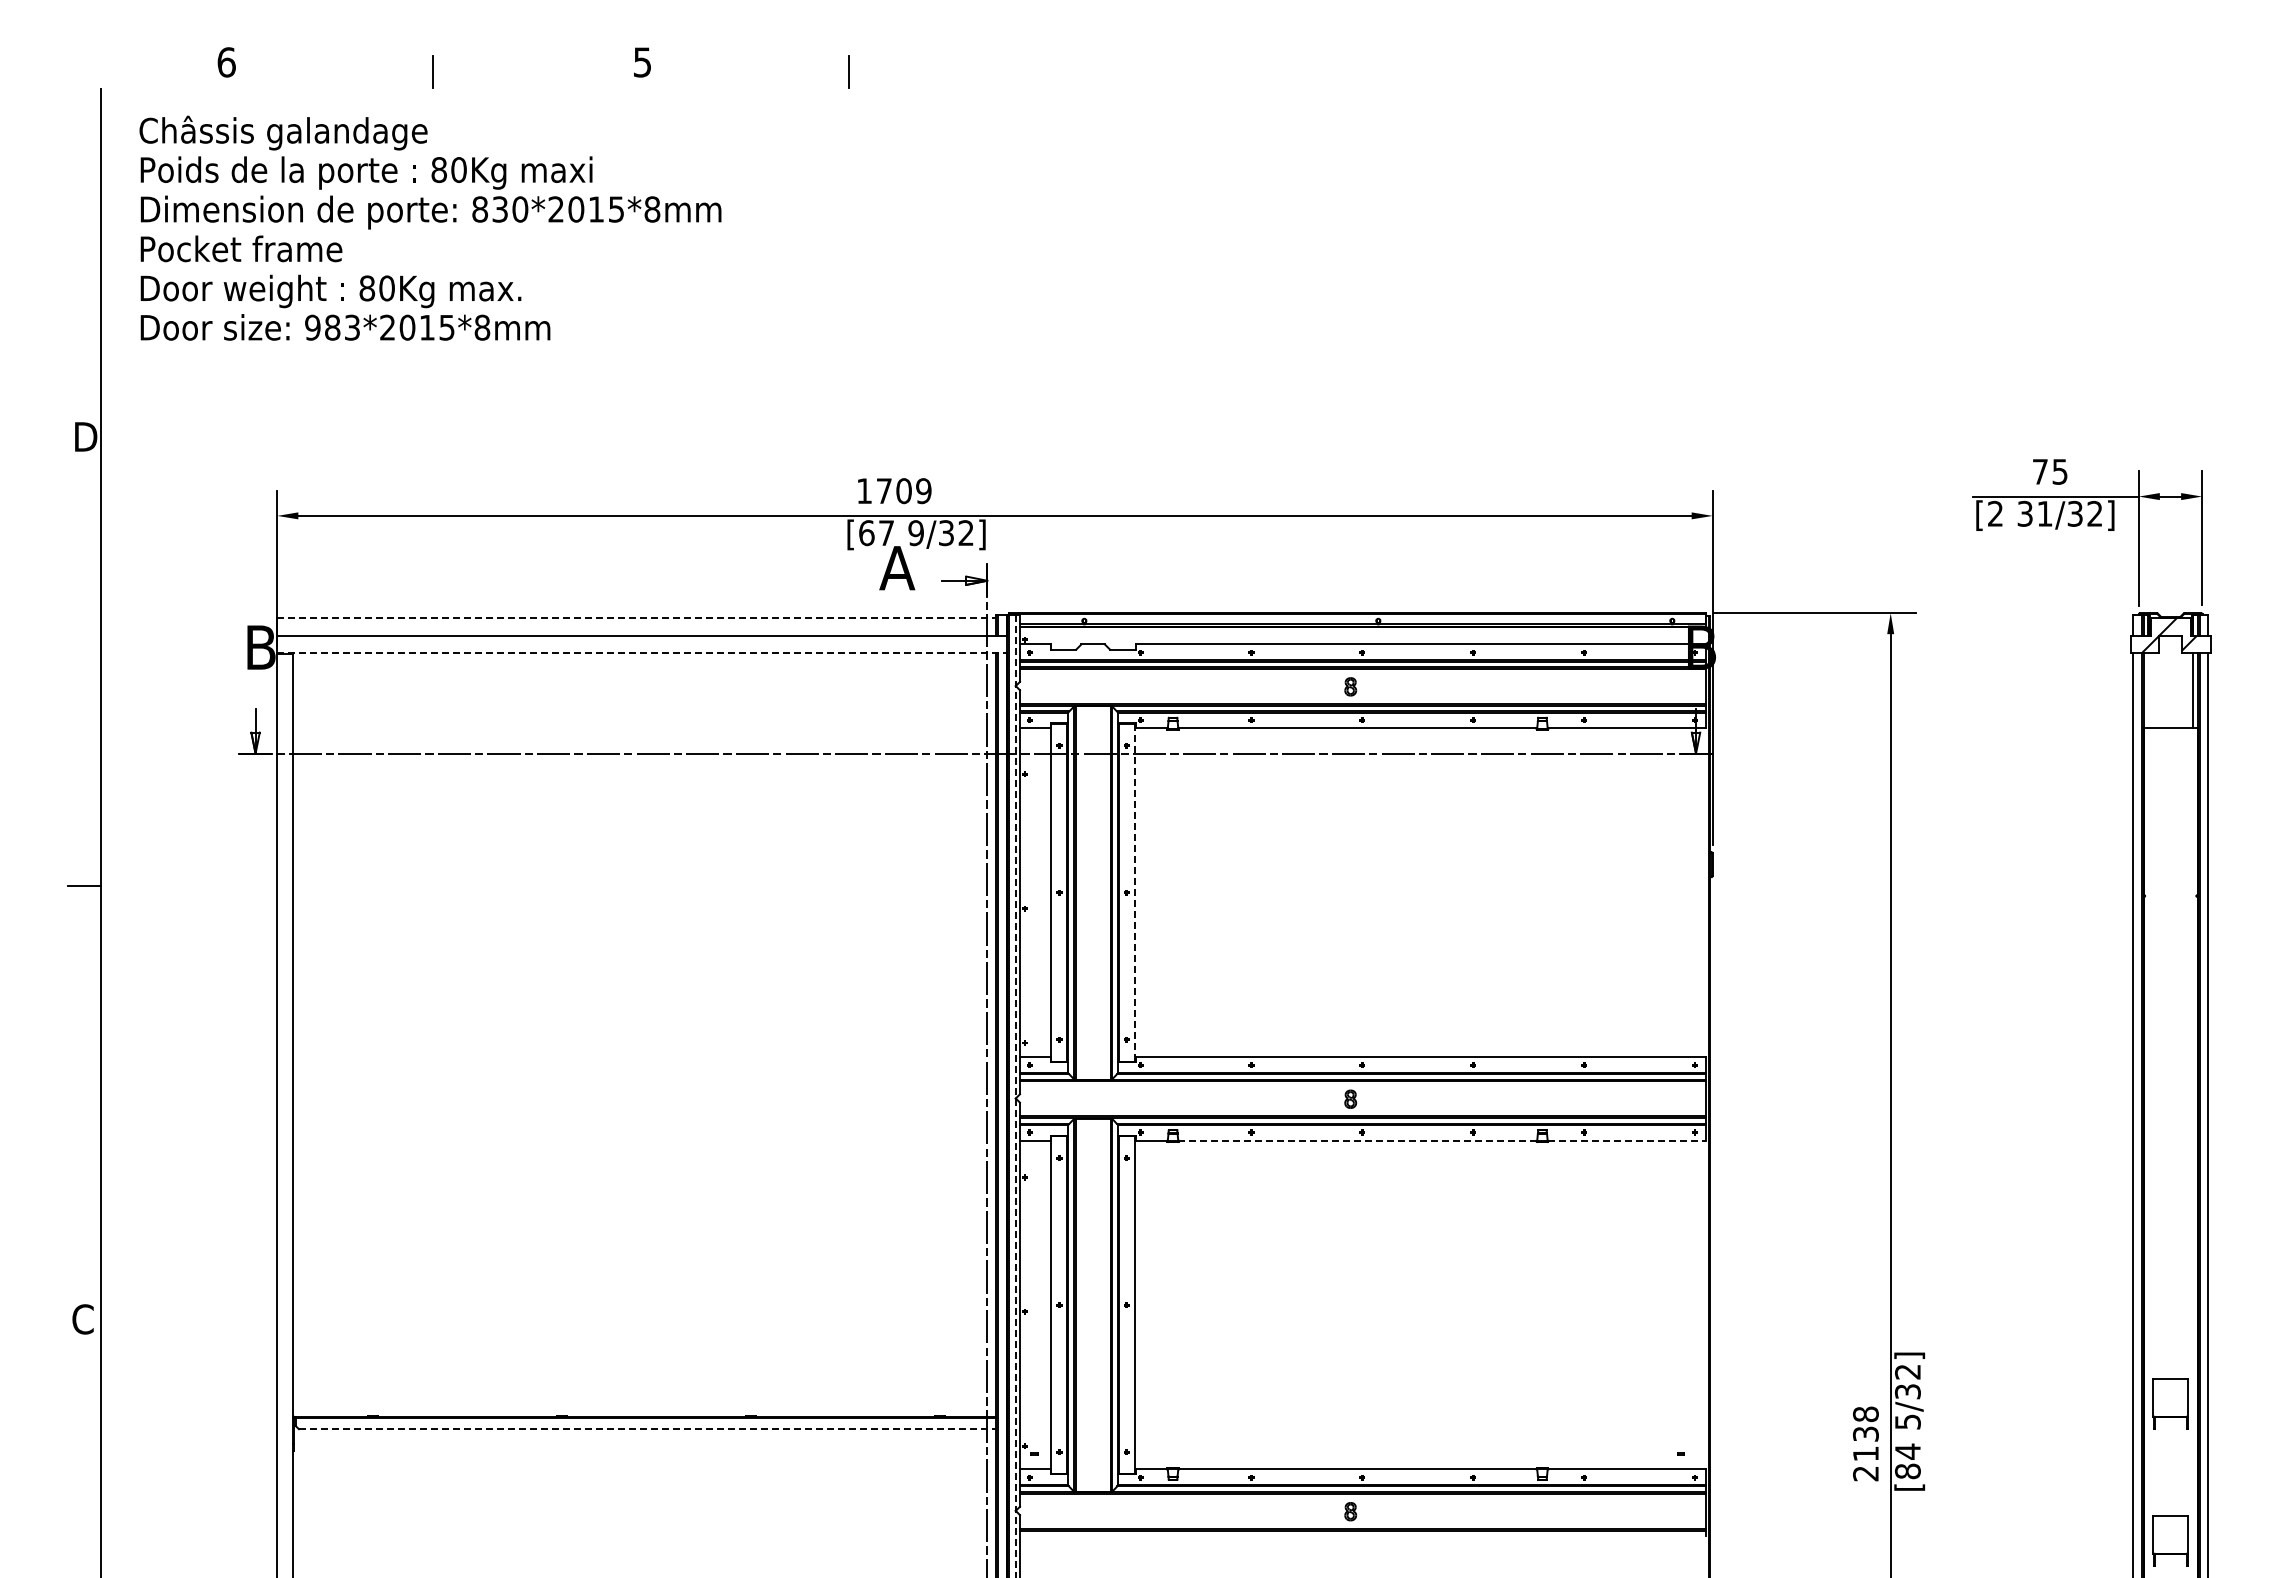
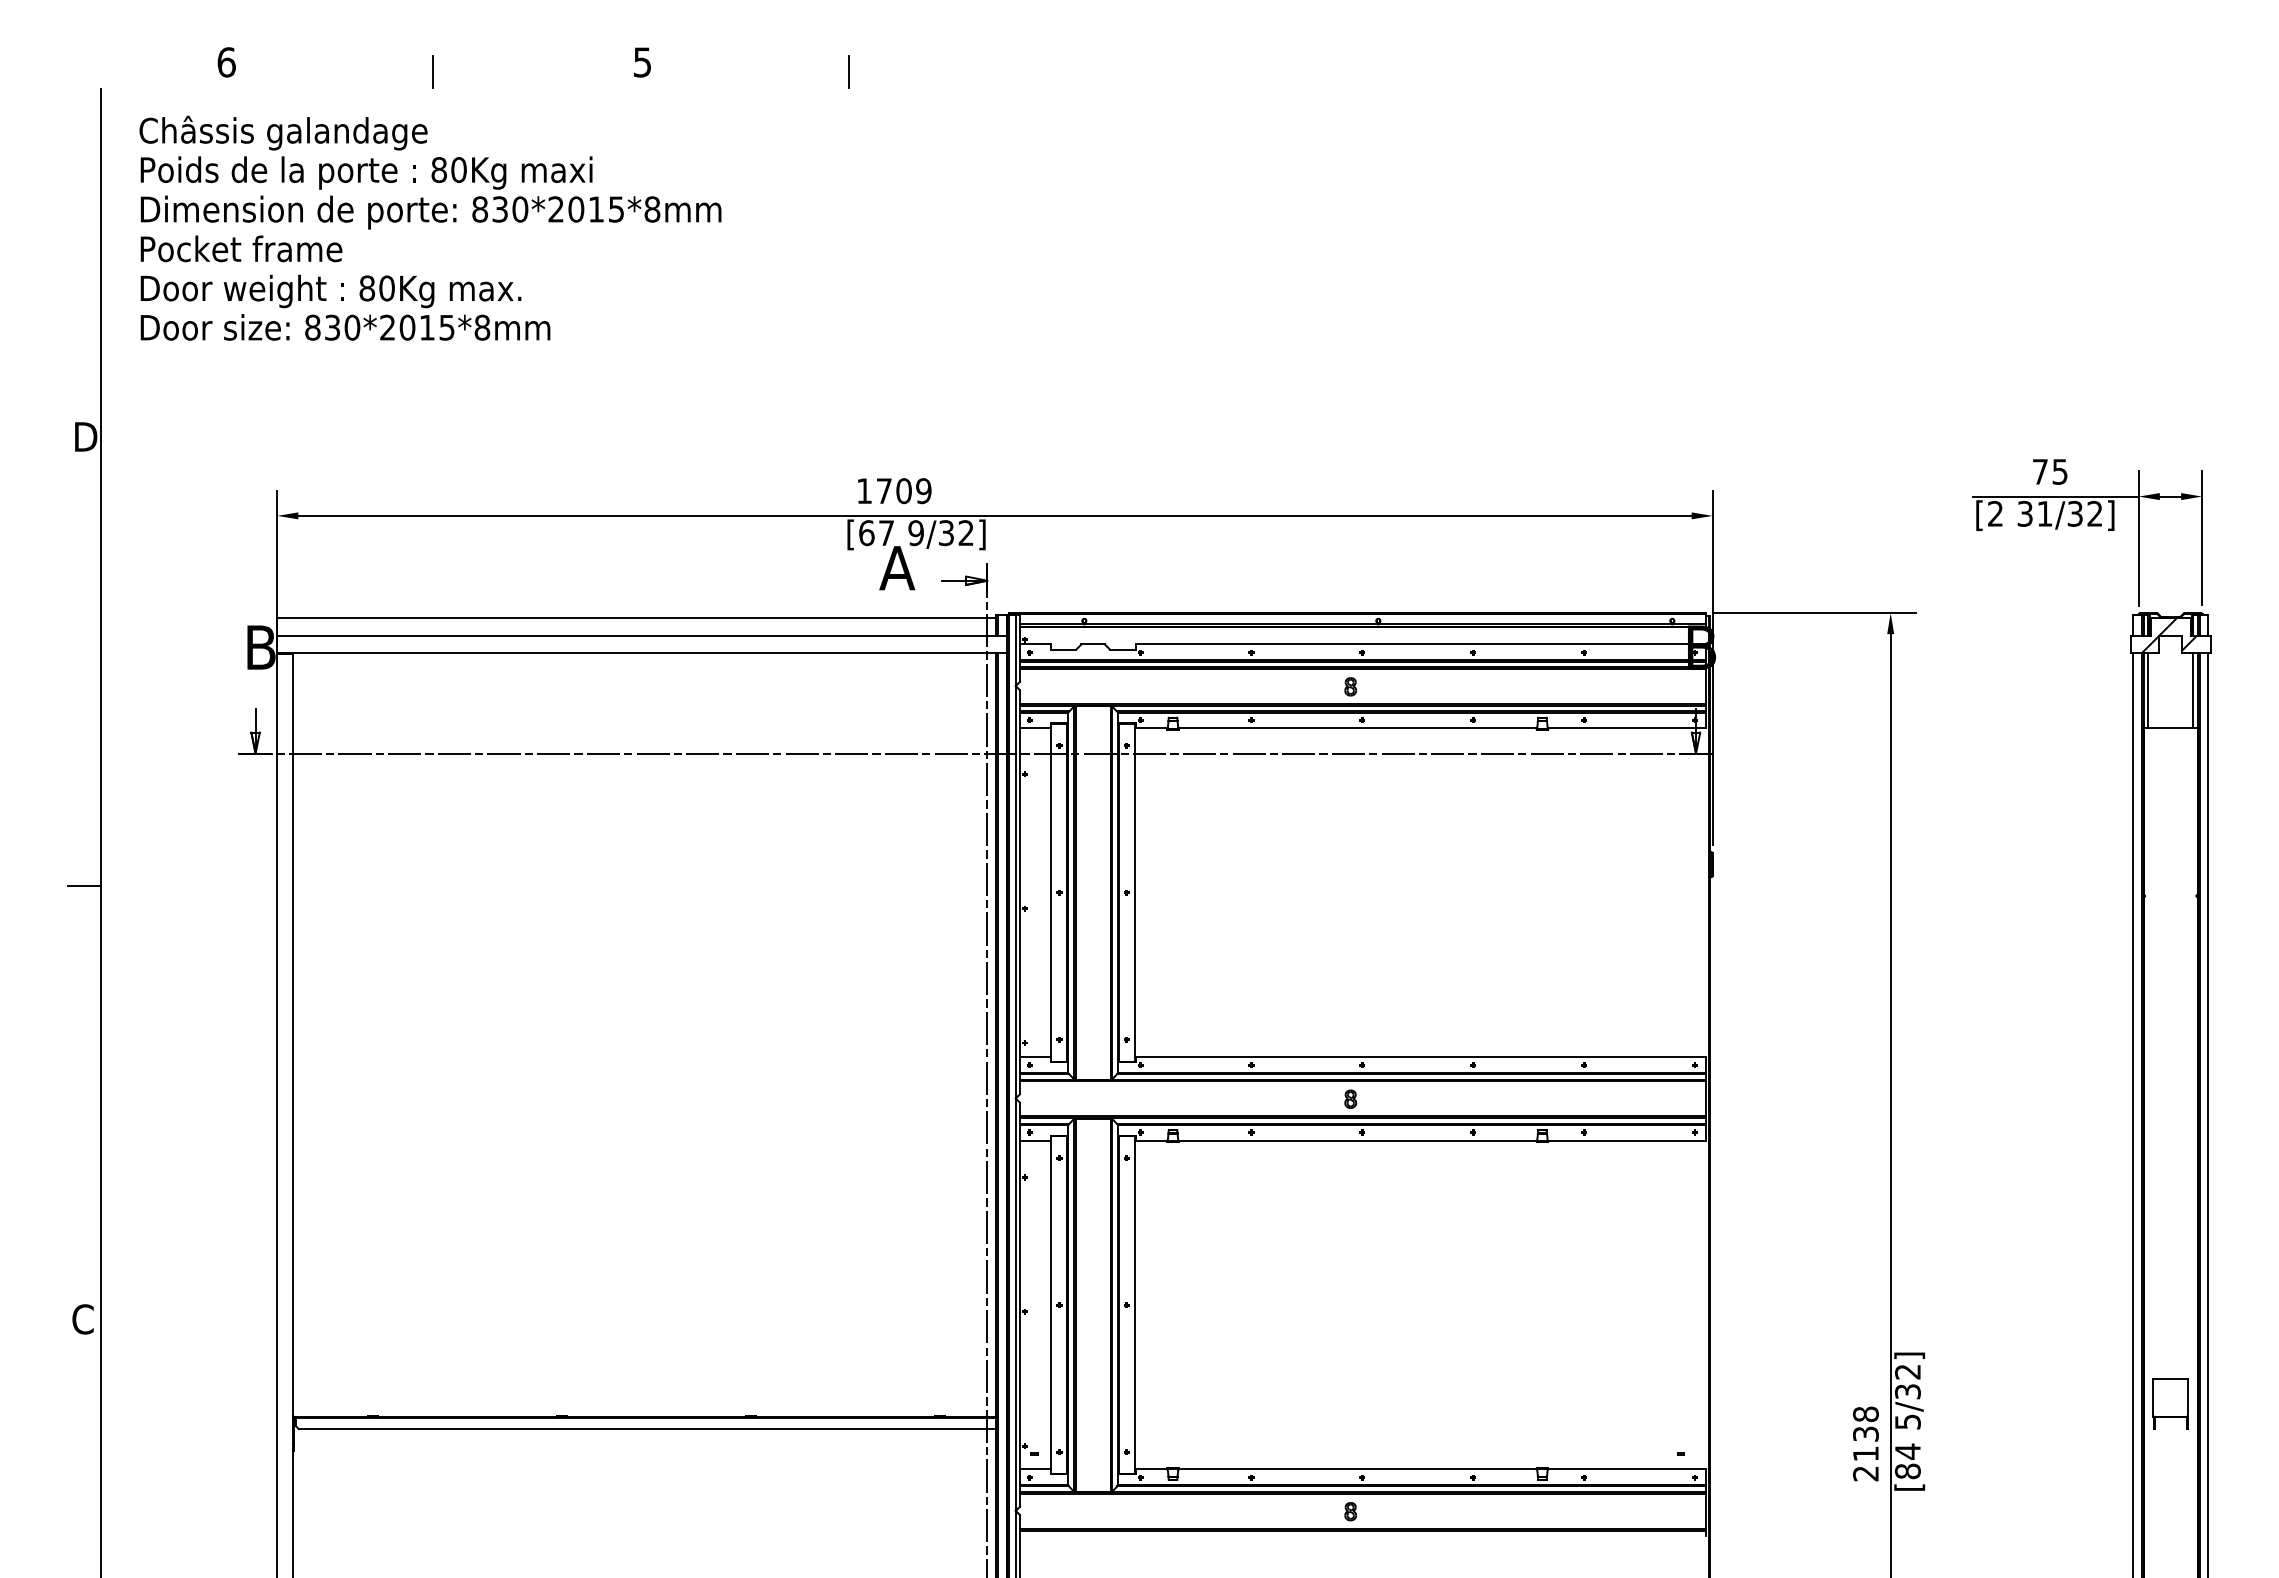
text at (332, 327): 983*2015*8mm -> 830*2015*8mm
line at (636, 618): dashed -> solid
line at (642, 653): dashed -> solid
line at (2148, 690): none -> present
line at (1135, 893): dashed -> solid
line at (1015, 1096): dashed -> solid
line at (1358, 1140): dashed -> solid
line at (1627, 1140): dashed -> solid
line at (647, 1429): dashed -> solid
part at (2170, 1540): present -> none
